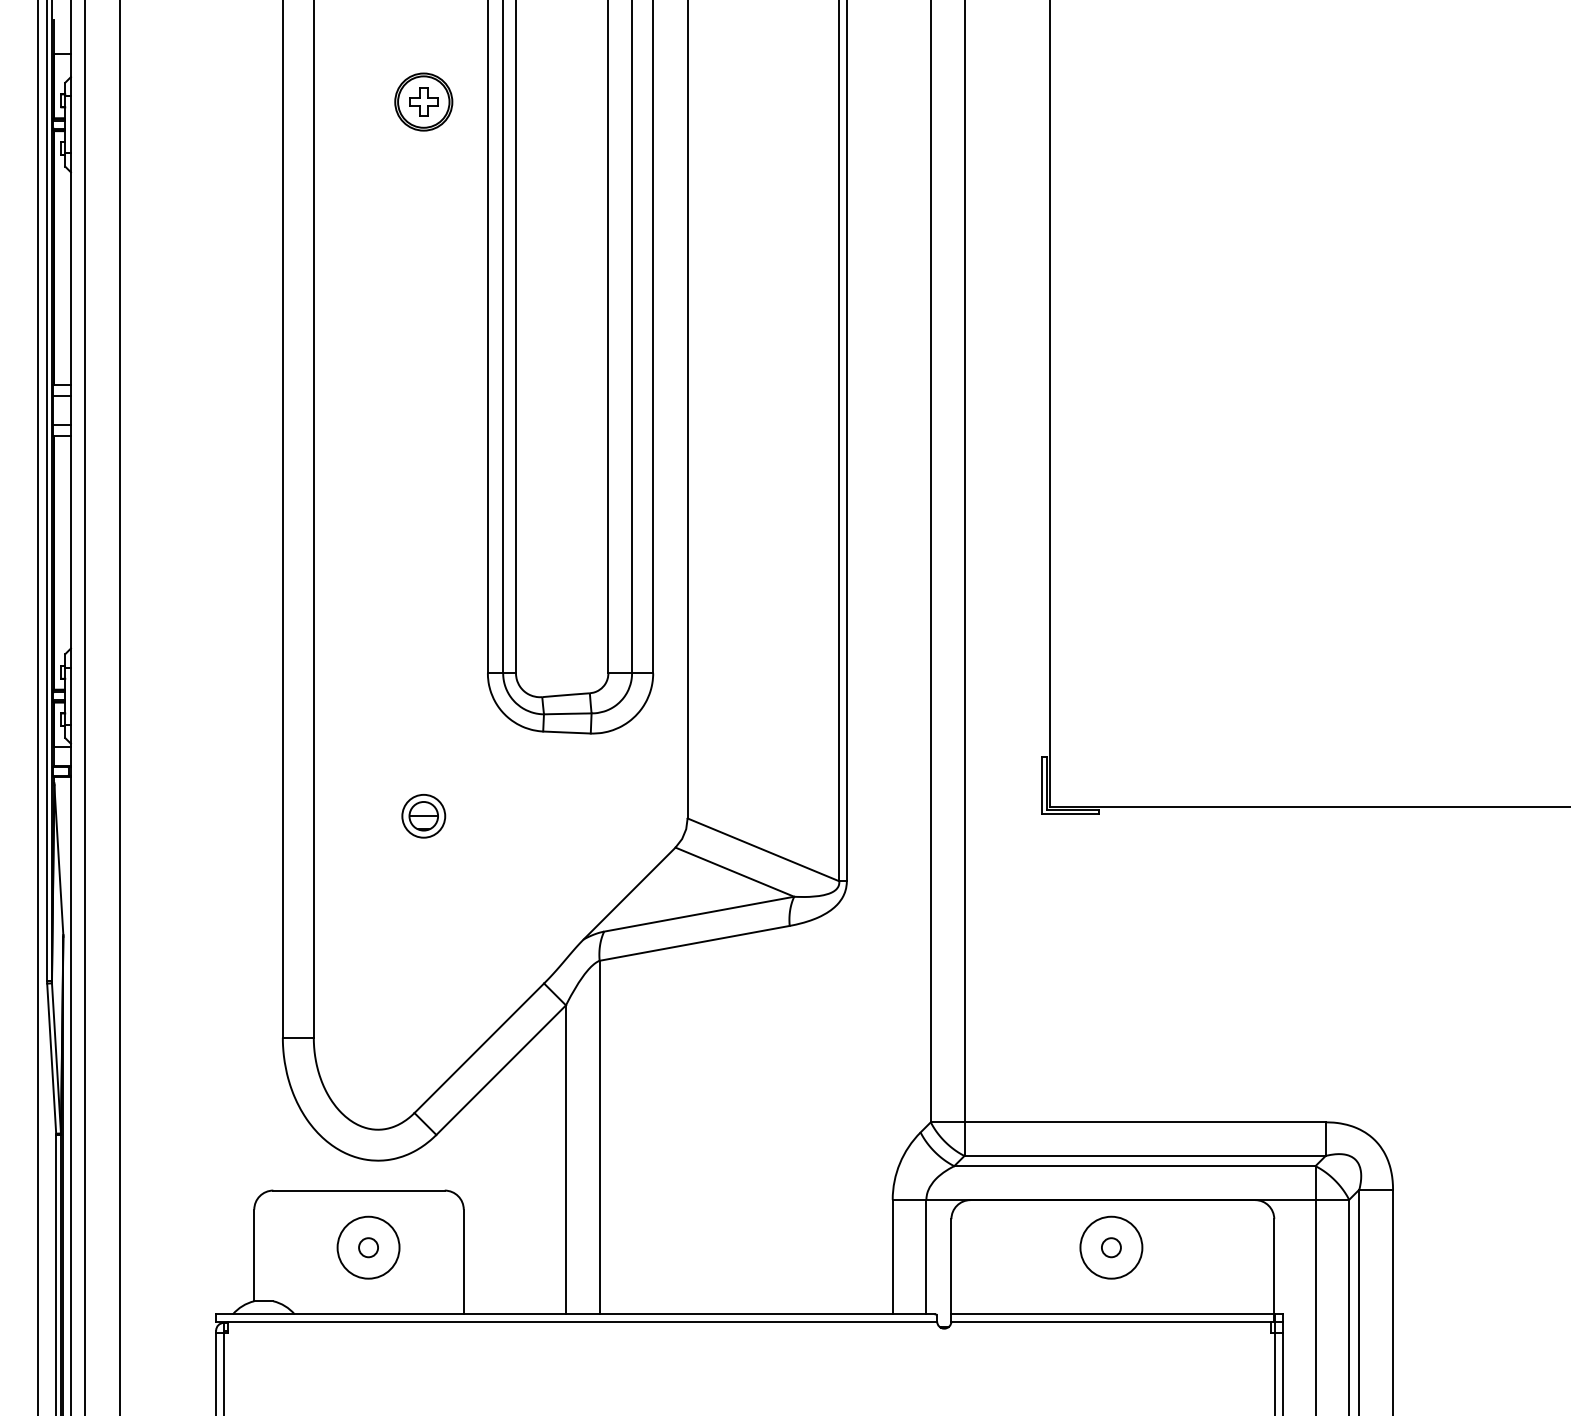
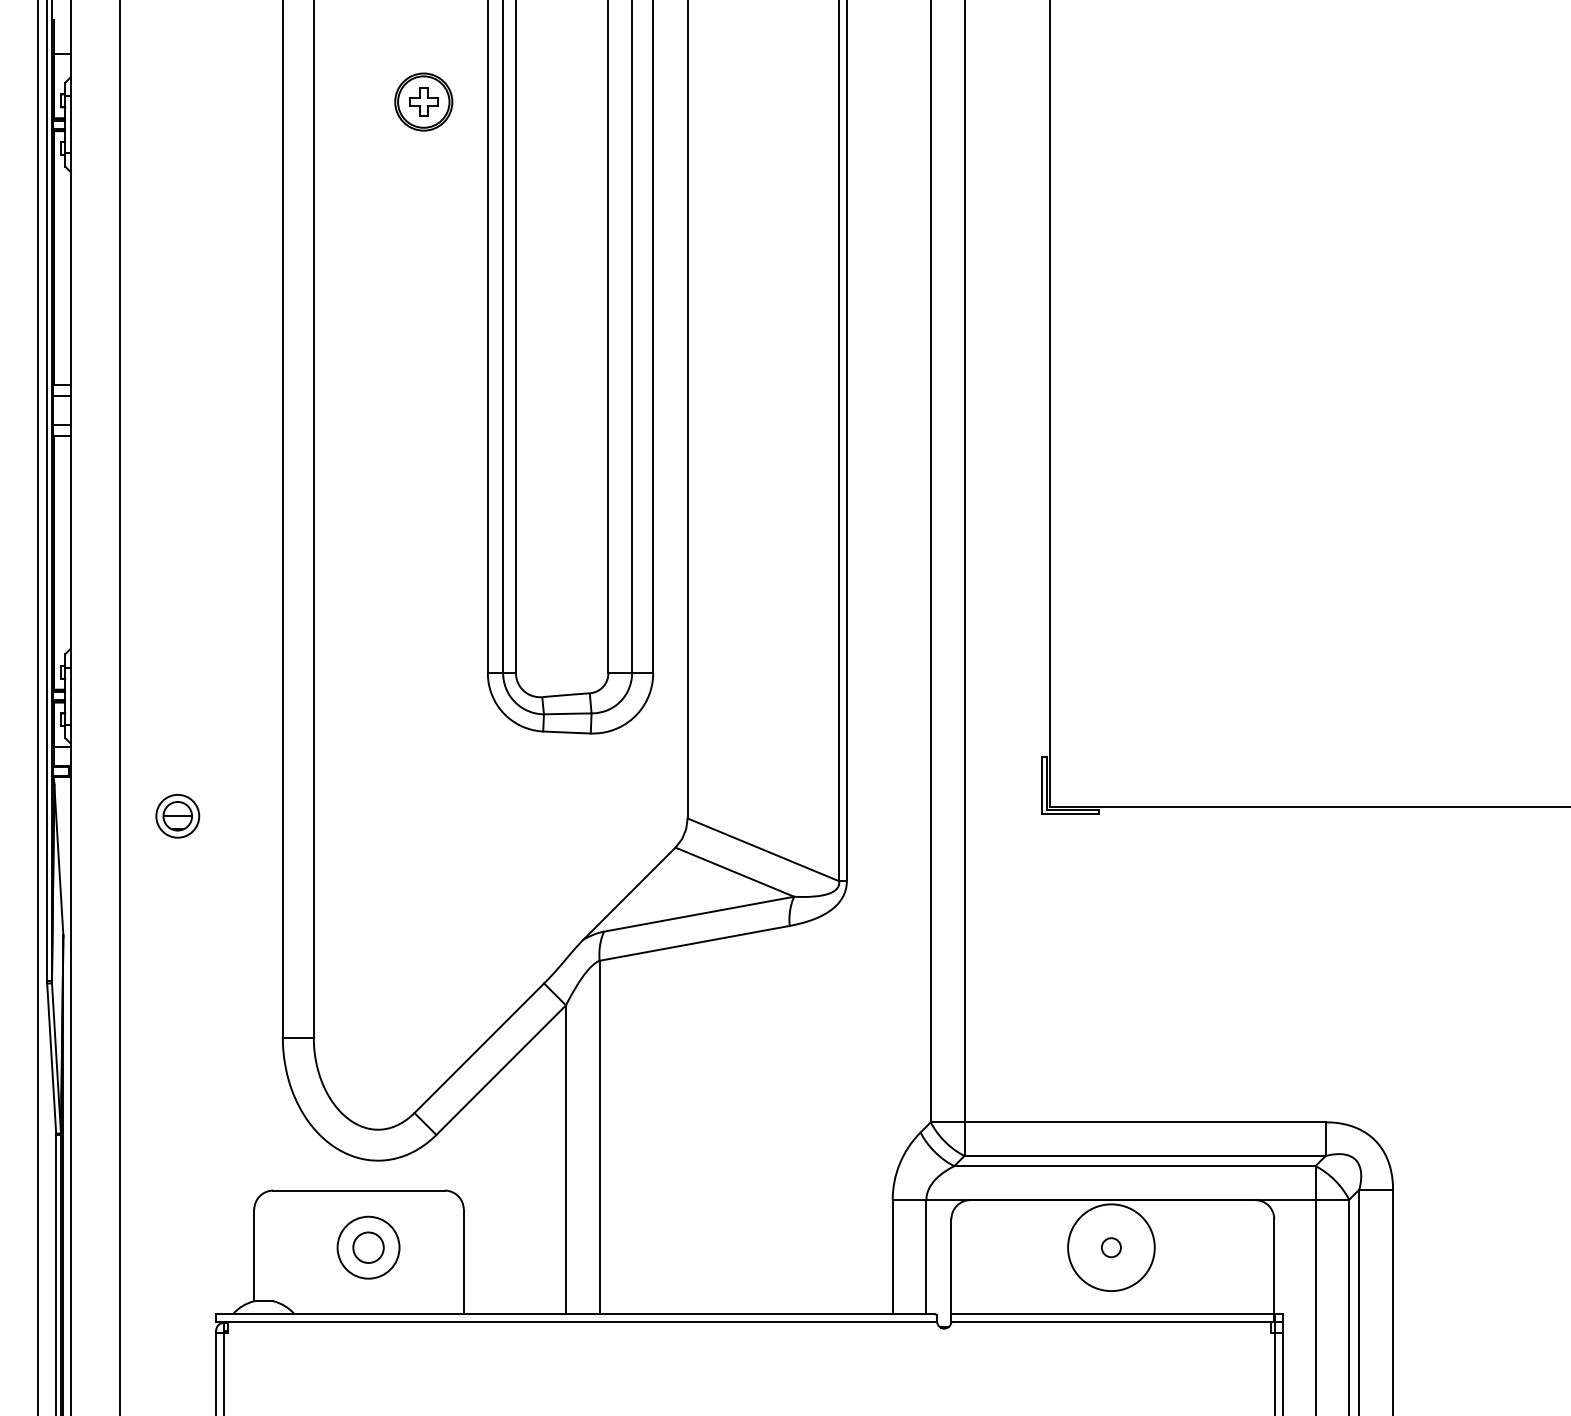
line at (85, 707): present -> none
part at (423, 816) position: (423, 816) -> (177, 816)
circle at (368, 1247) diameter: 19 px -> 30 px
circle at (1111, 1247) diameter: 62 px -> 87 px
